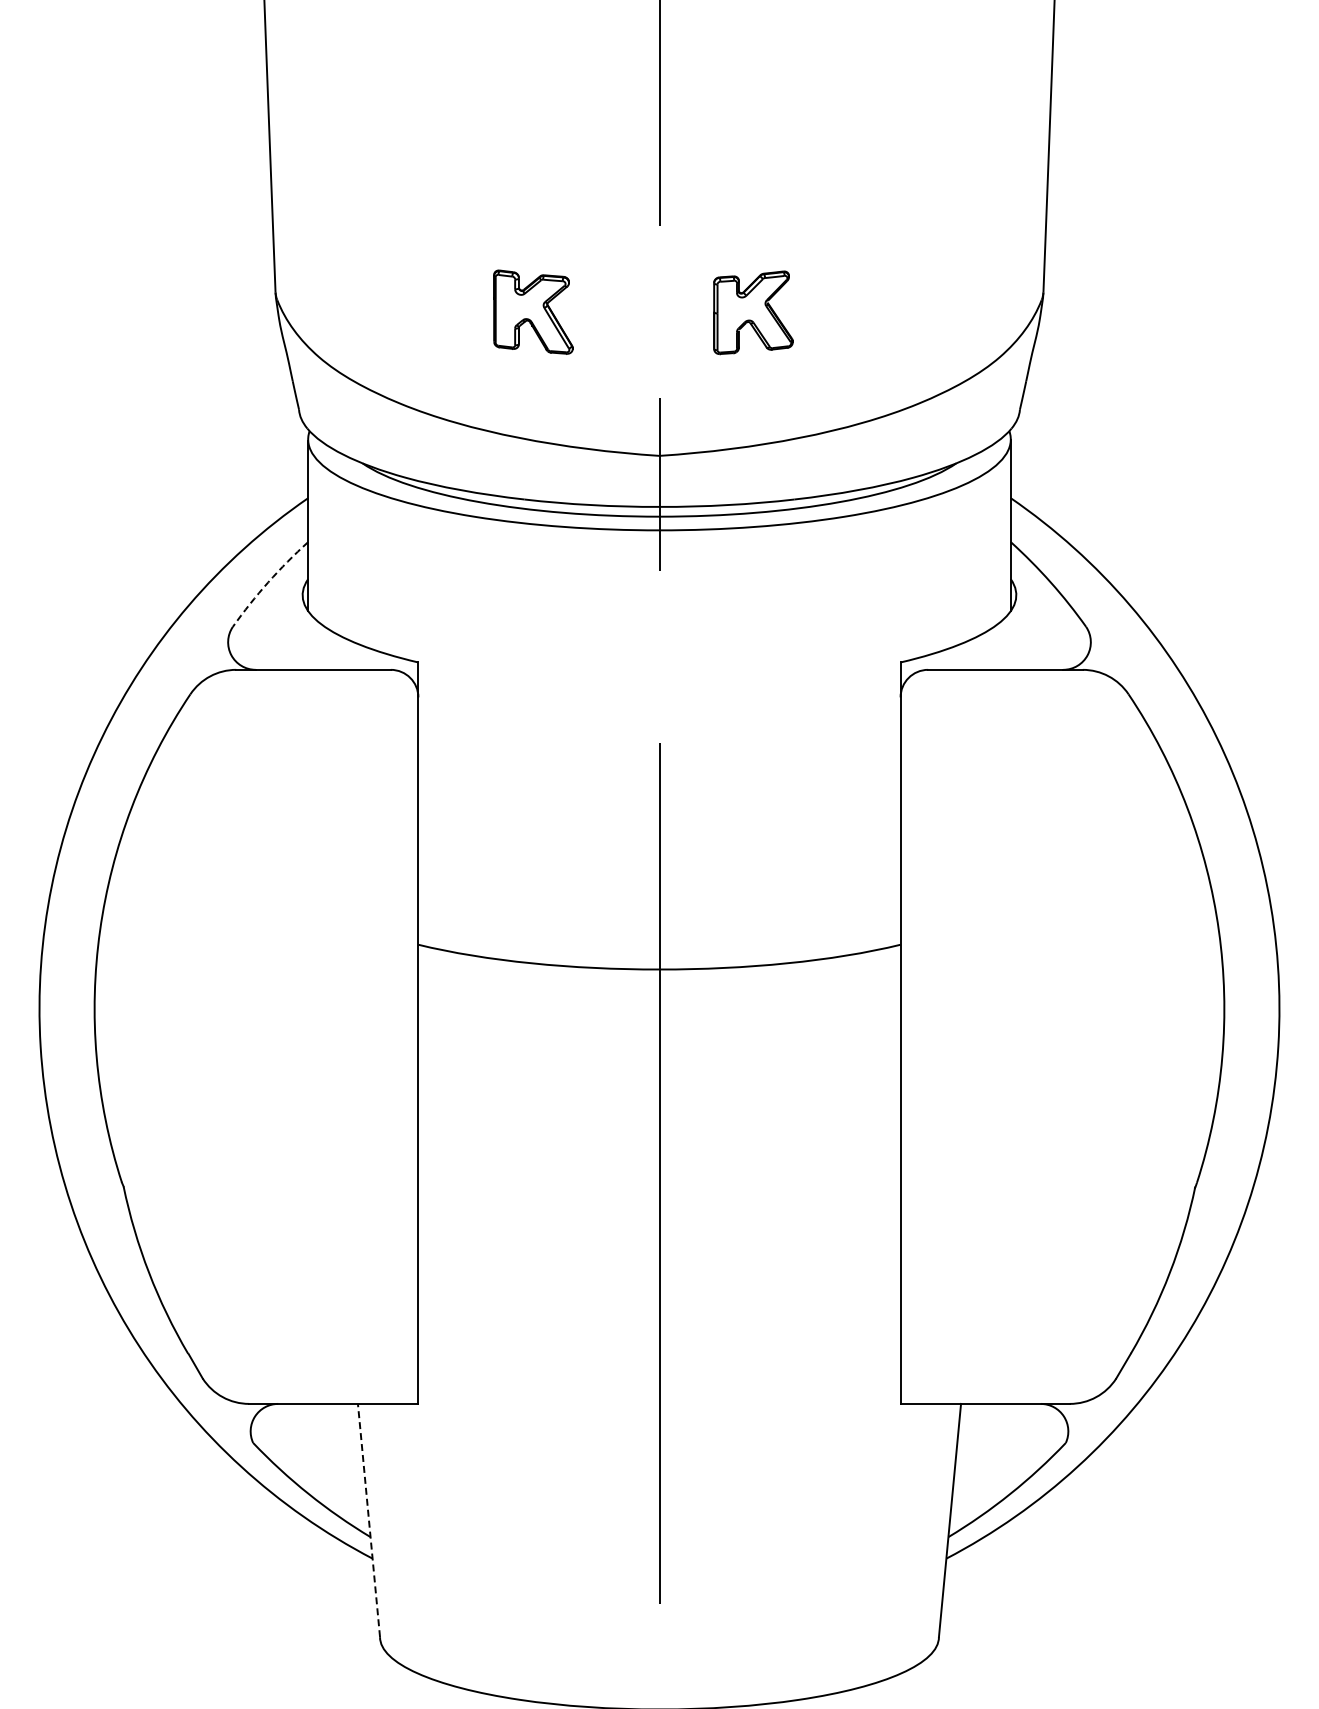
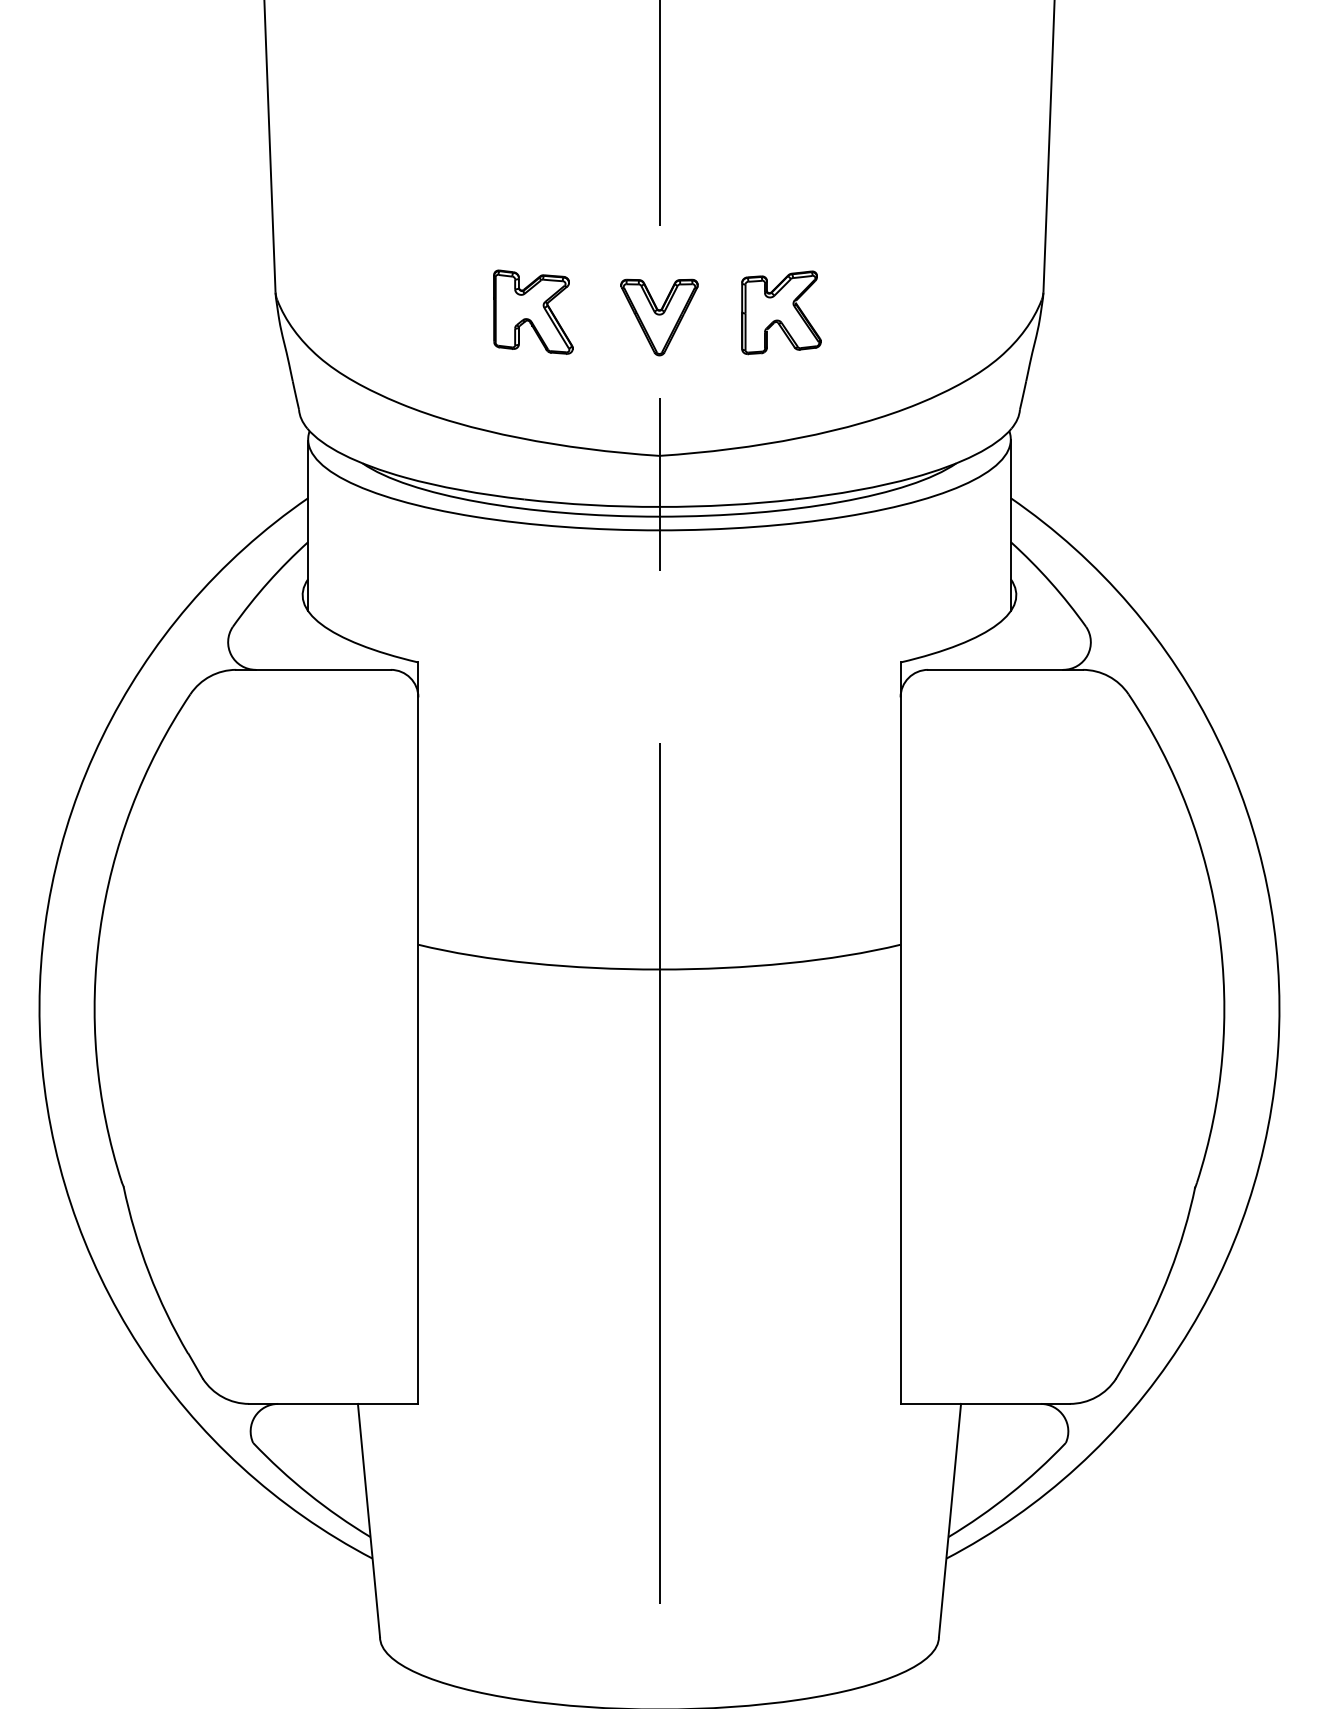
part at (753, 312) position: (753, 312) -> (781, 312)
part at (659, 317): none -> present
arc at (268, 582): dashed -> solid
line at (368, 1520): dashed -> solid
